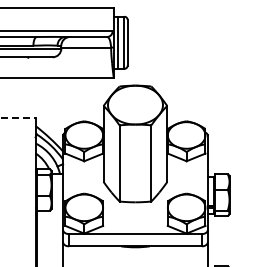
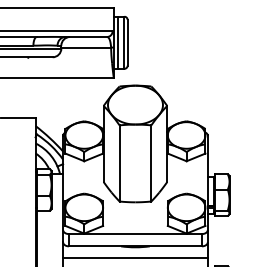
line at (18, 118): dashed -> solid
line at (135, 257): none -> present
